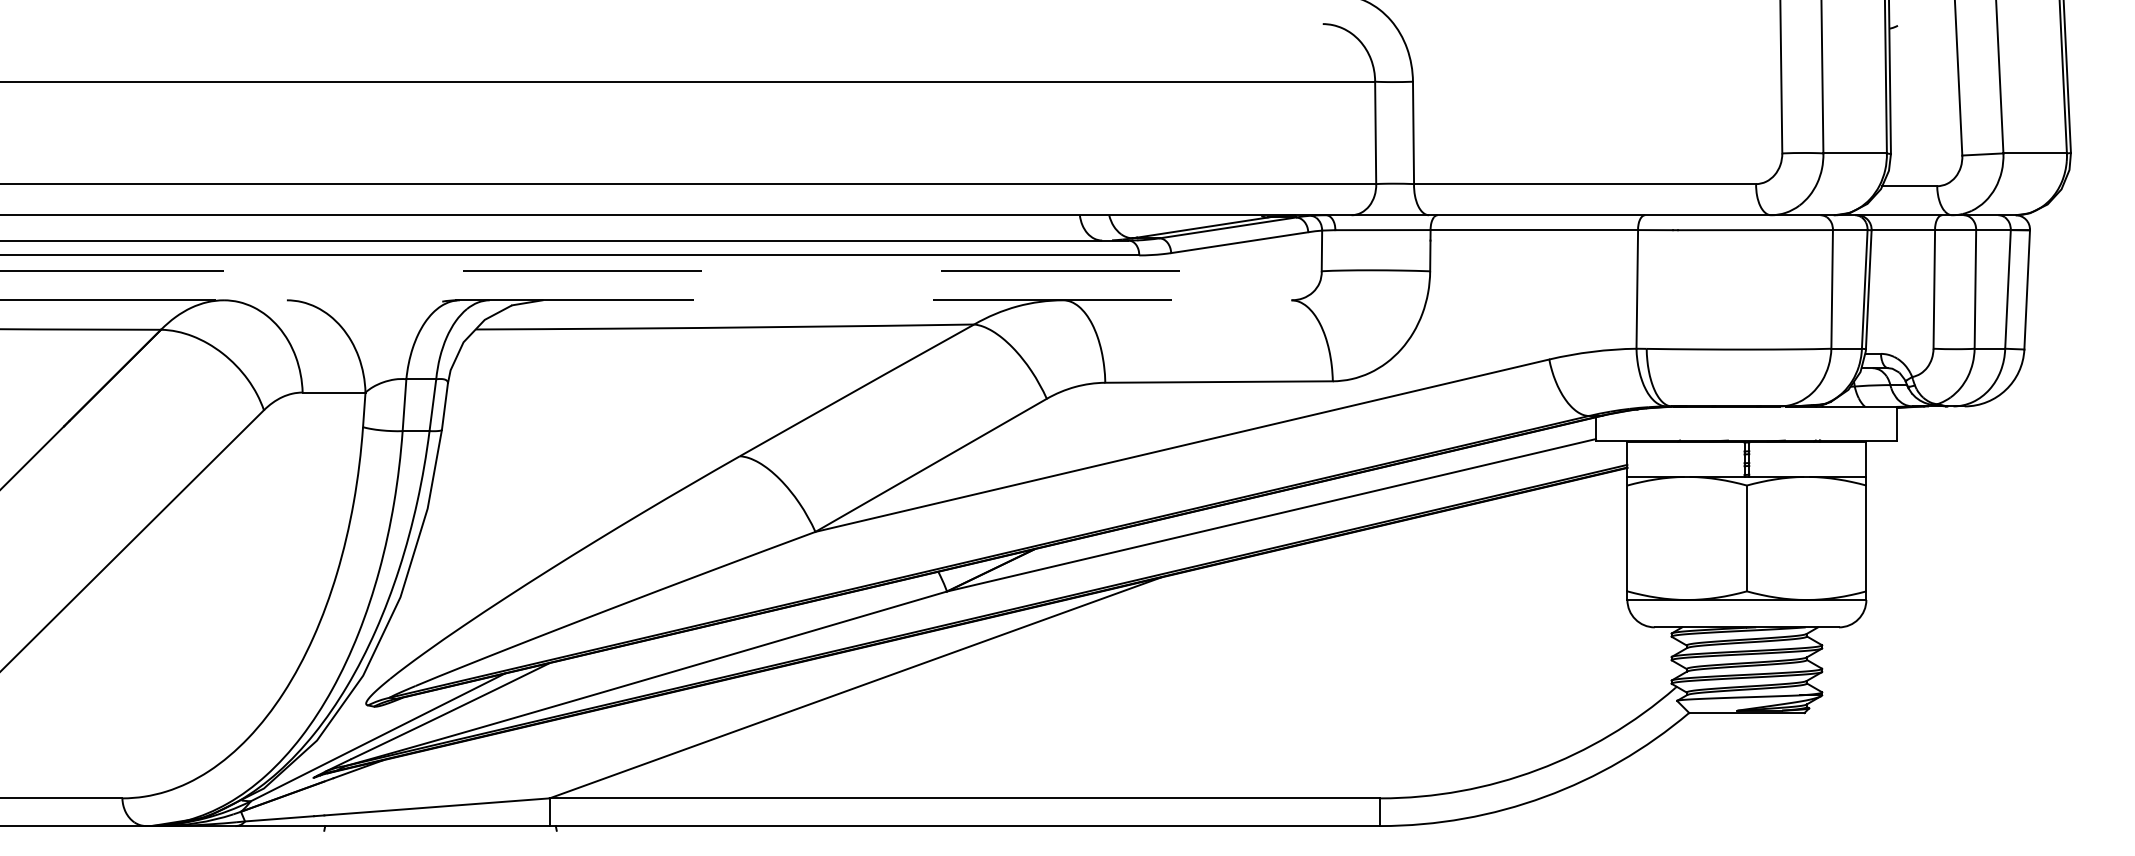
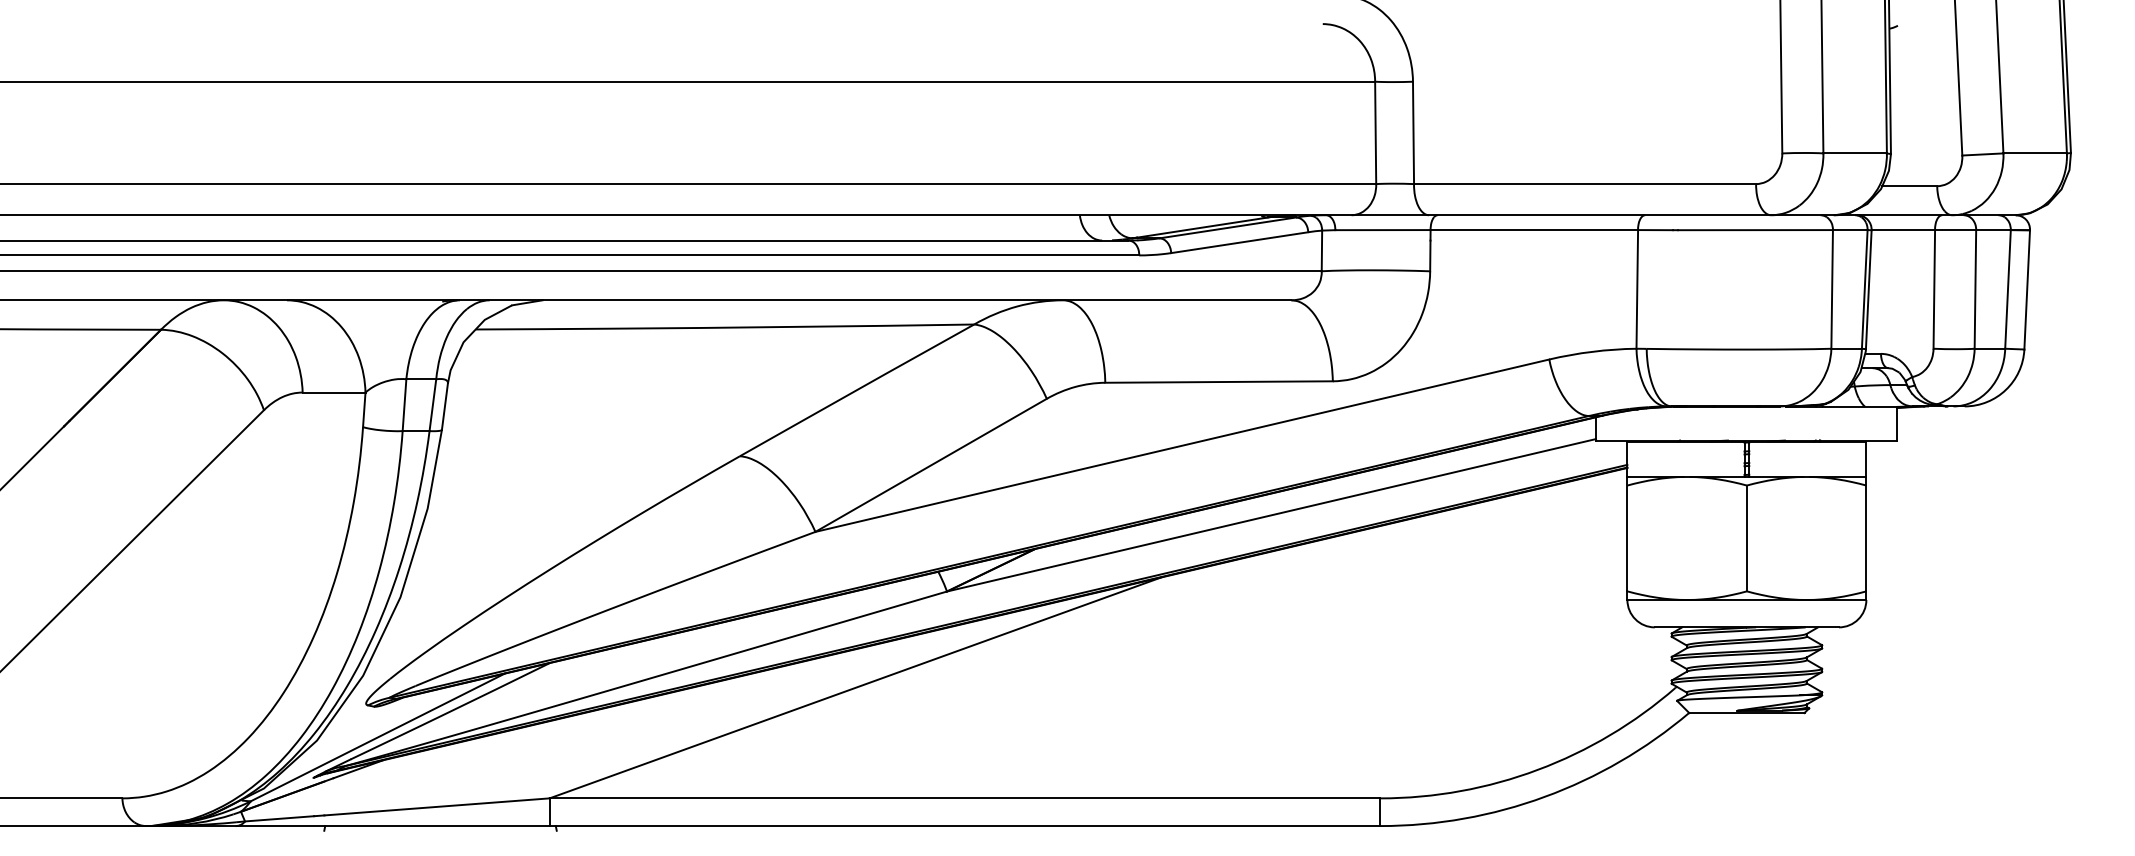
line at (660, 271): dashed -> solid
line at (646, 300): dashed -> solid
